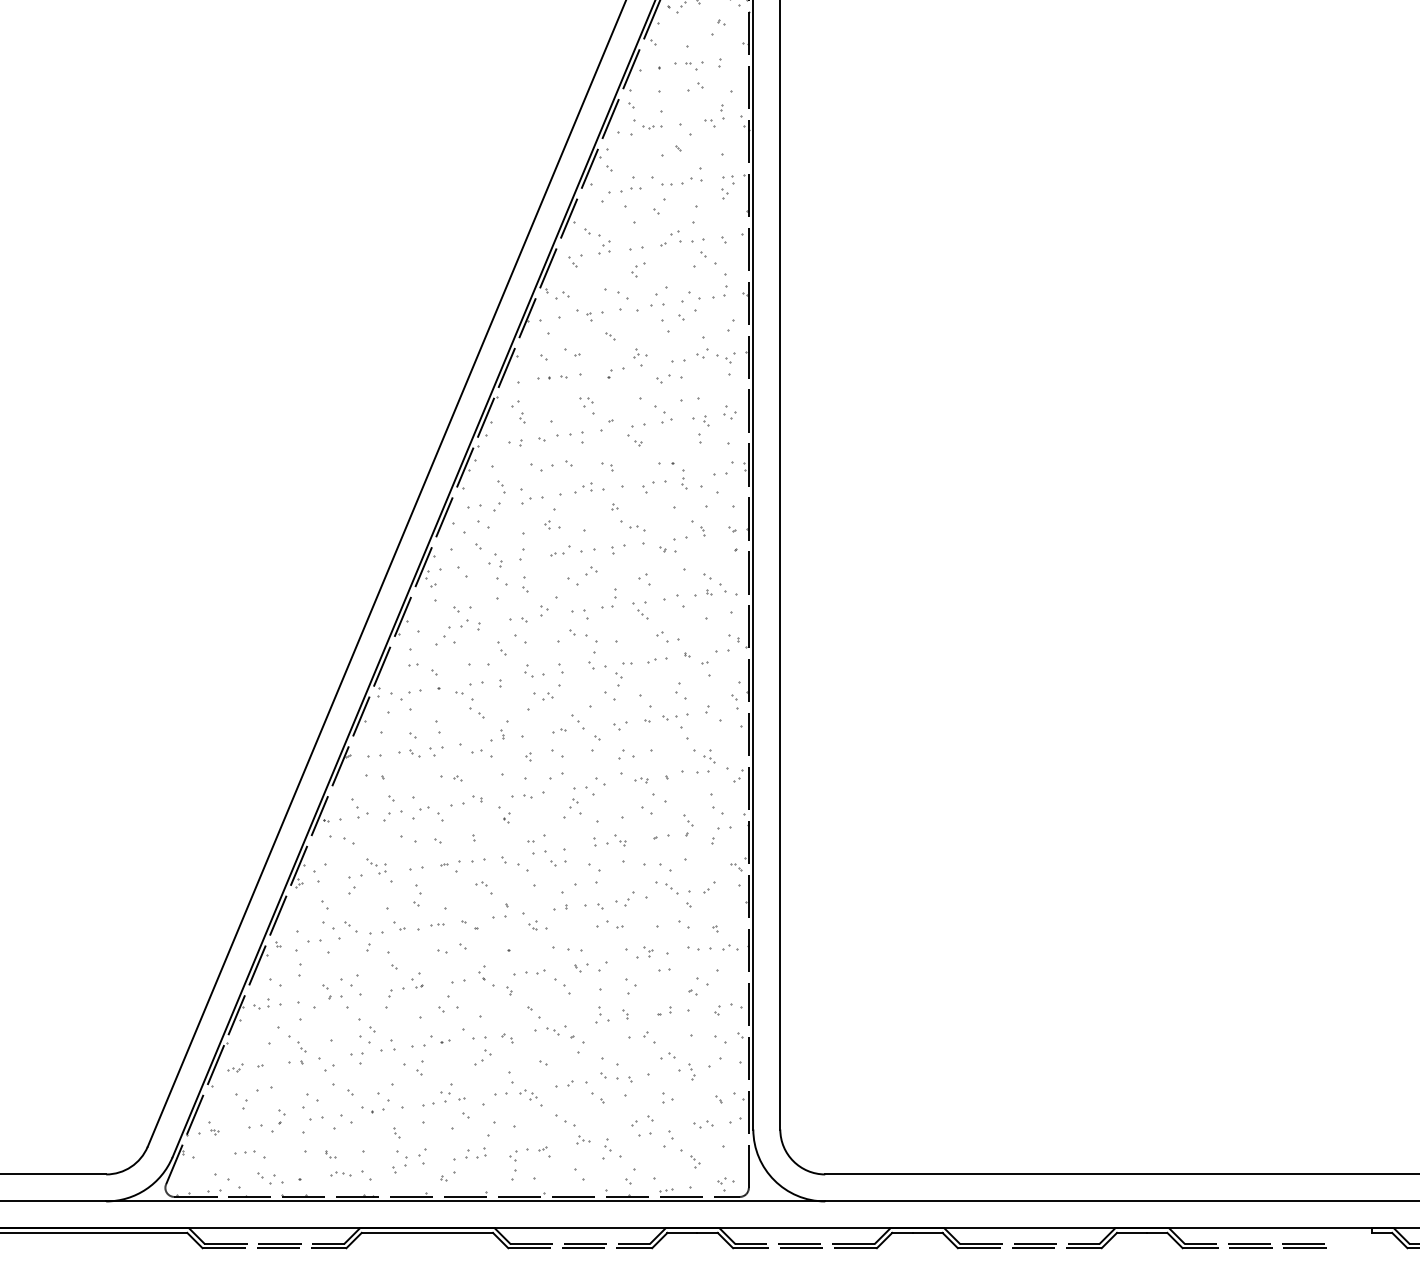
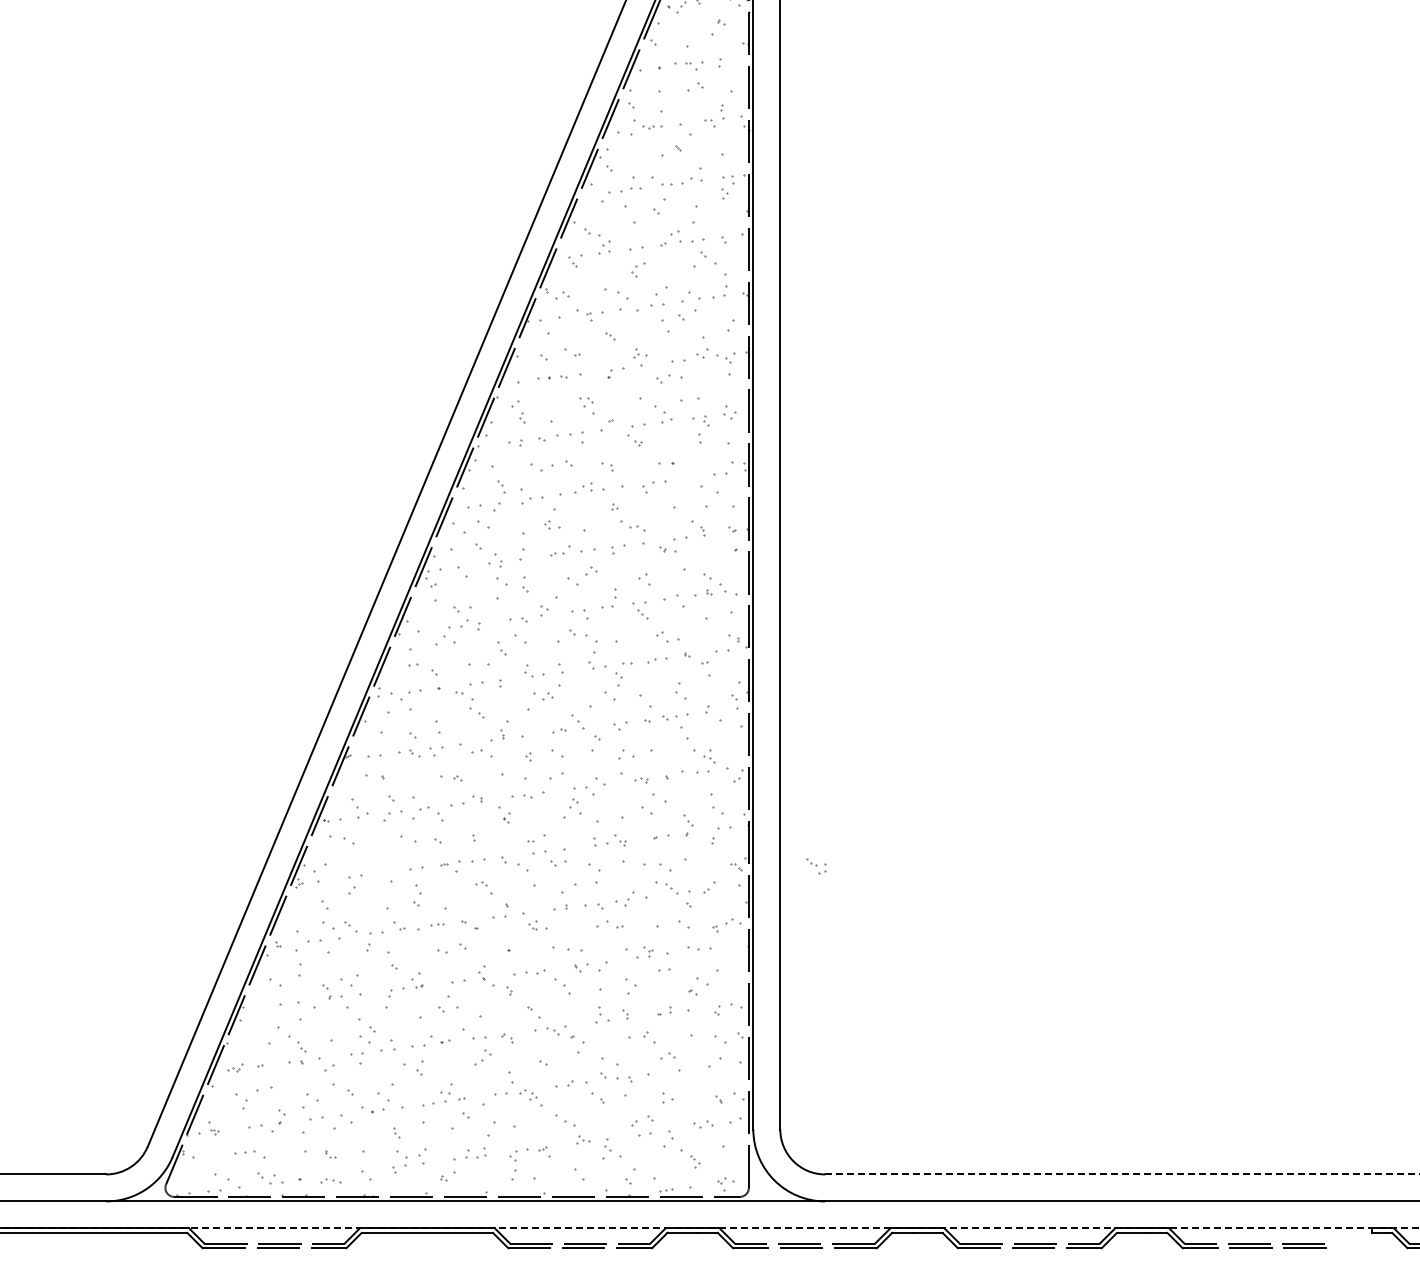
part at (684, 479): present -> none
part at (376, 866) position: (376, 866) -> (816, 866)
part at (730, 947) position: (730, 947) -> (733, 921)
part at (261, 1003): present -> none
part at (691, 1071): present -> none
part at (340, 1173) position: (340, 1173) -> (330, 1180)
line at (1122, 1174): solid -> dashed
line at (709, 1228): solid -> dashed
